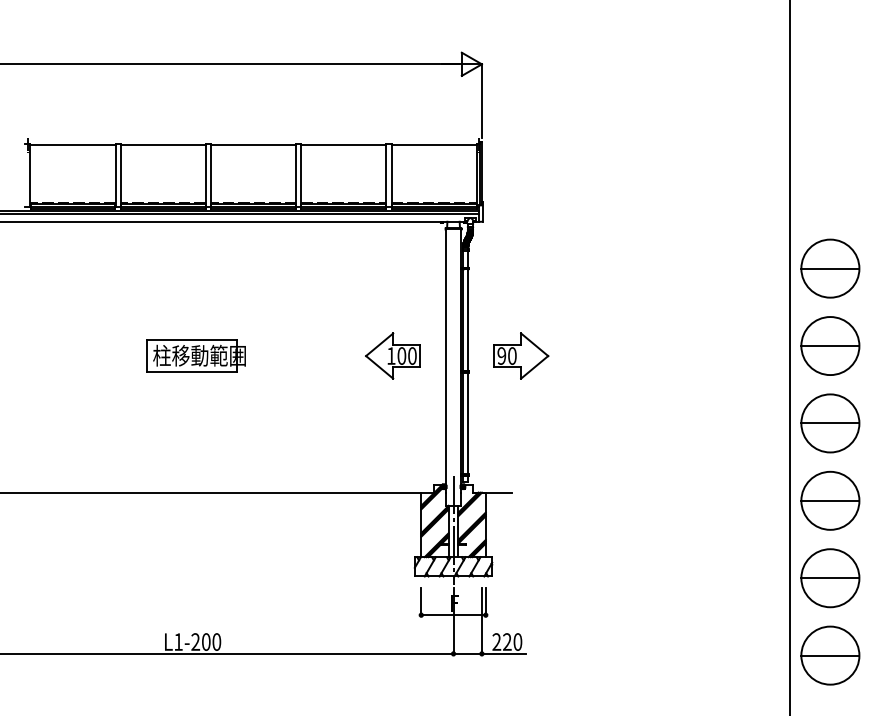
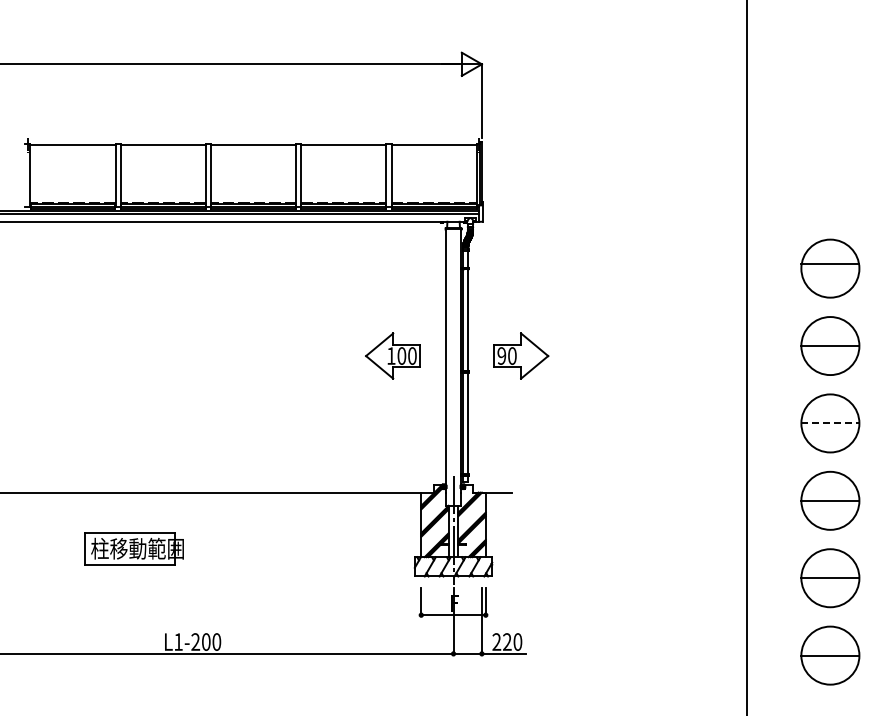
line at (830, 268) position: (830, 268) -> (830, 263)
part at (195, 355) position: (195, 355) -> (133, 548)
line at (789, 357) position: (789, 357) -> (746, 357)
line at (830, 423): solid -> dashed
